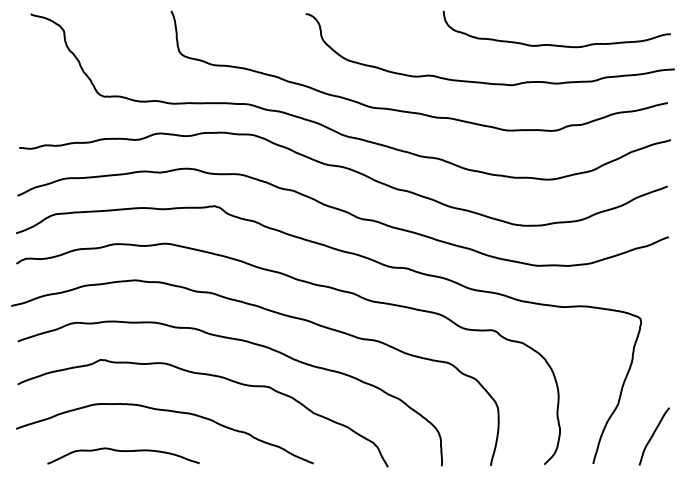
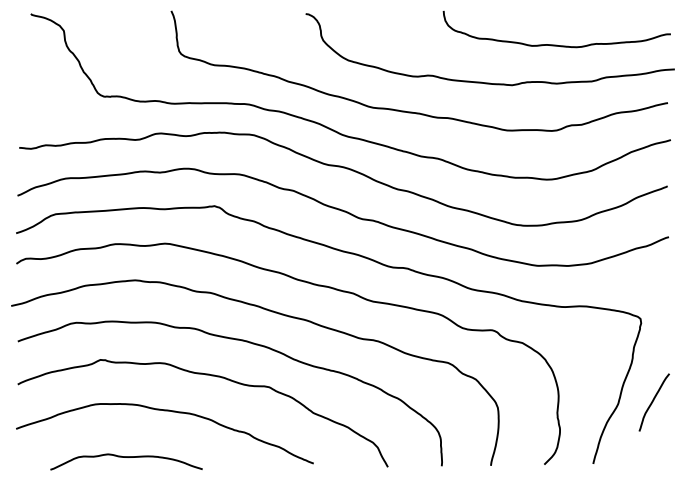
curve at (653, 436) position: (653, 436) -> (653, 402)
curve at (123, 451) position: (123, 451) -> (126, 457)
